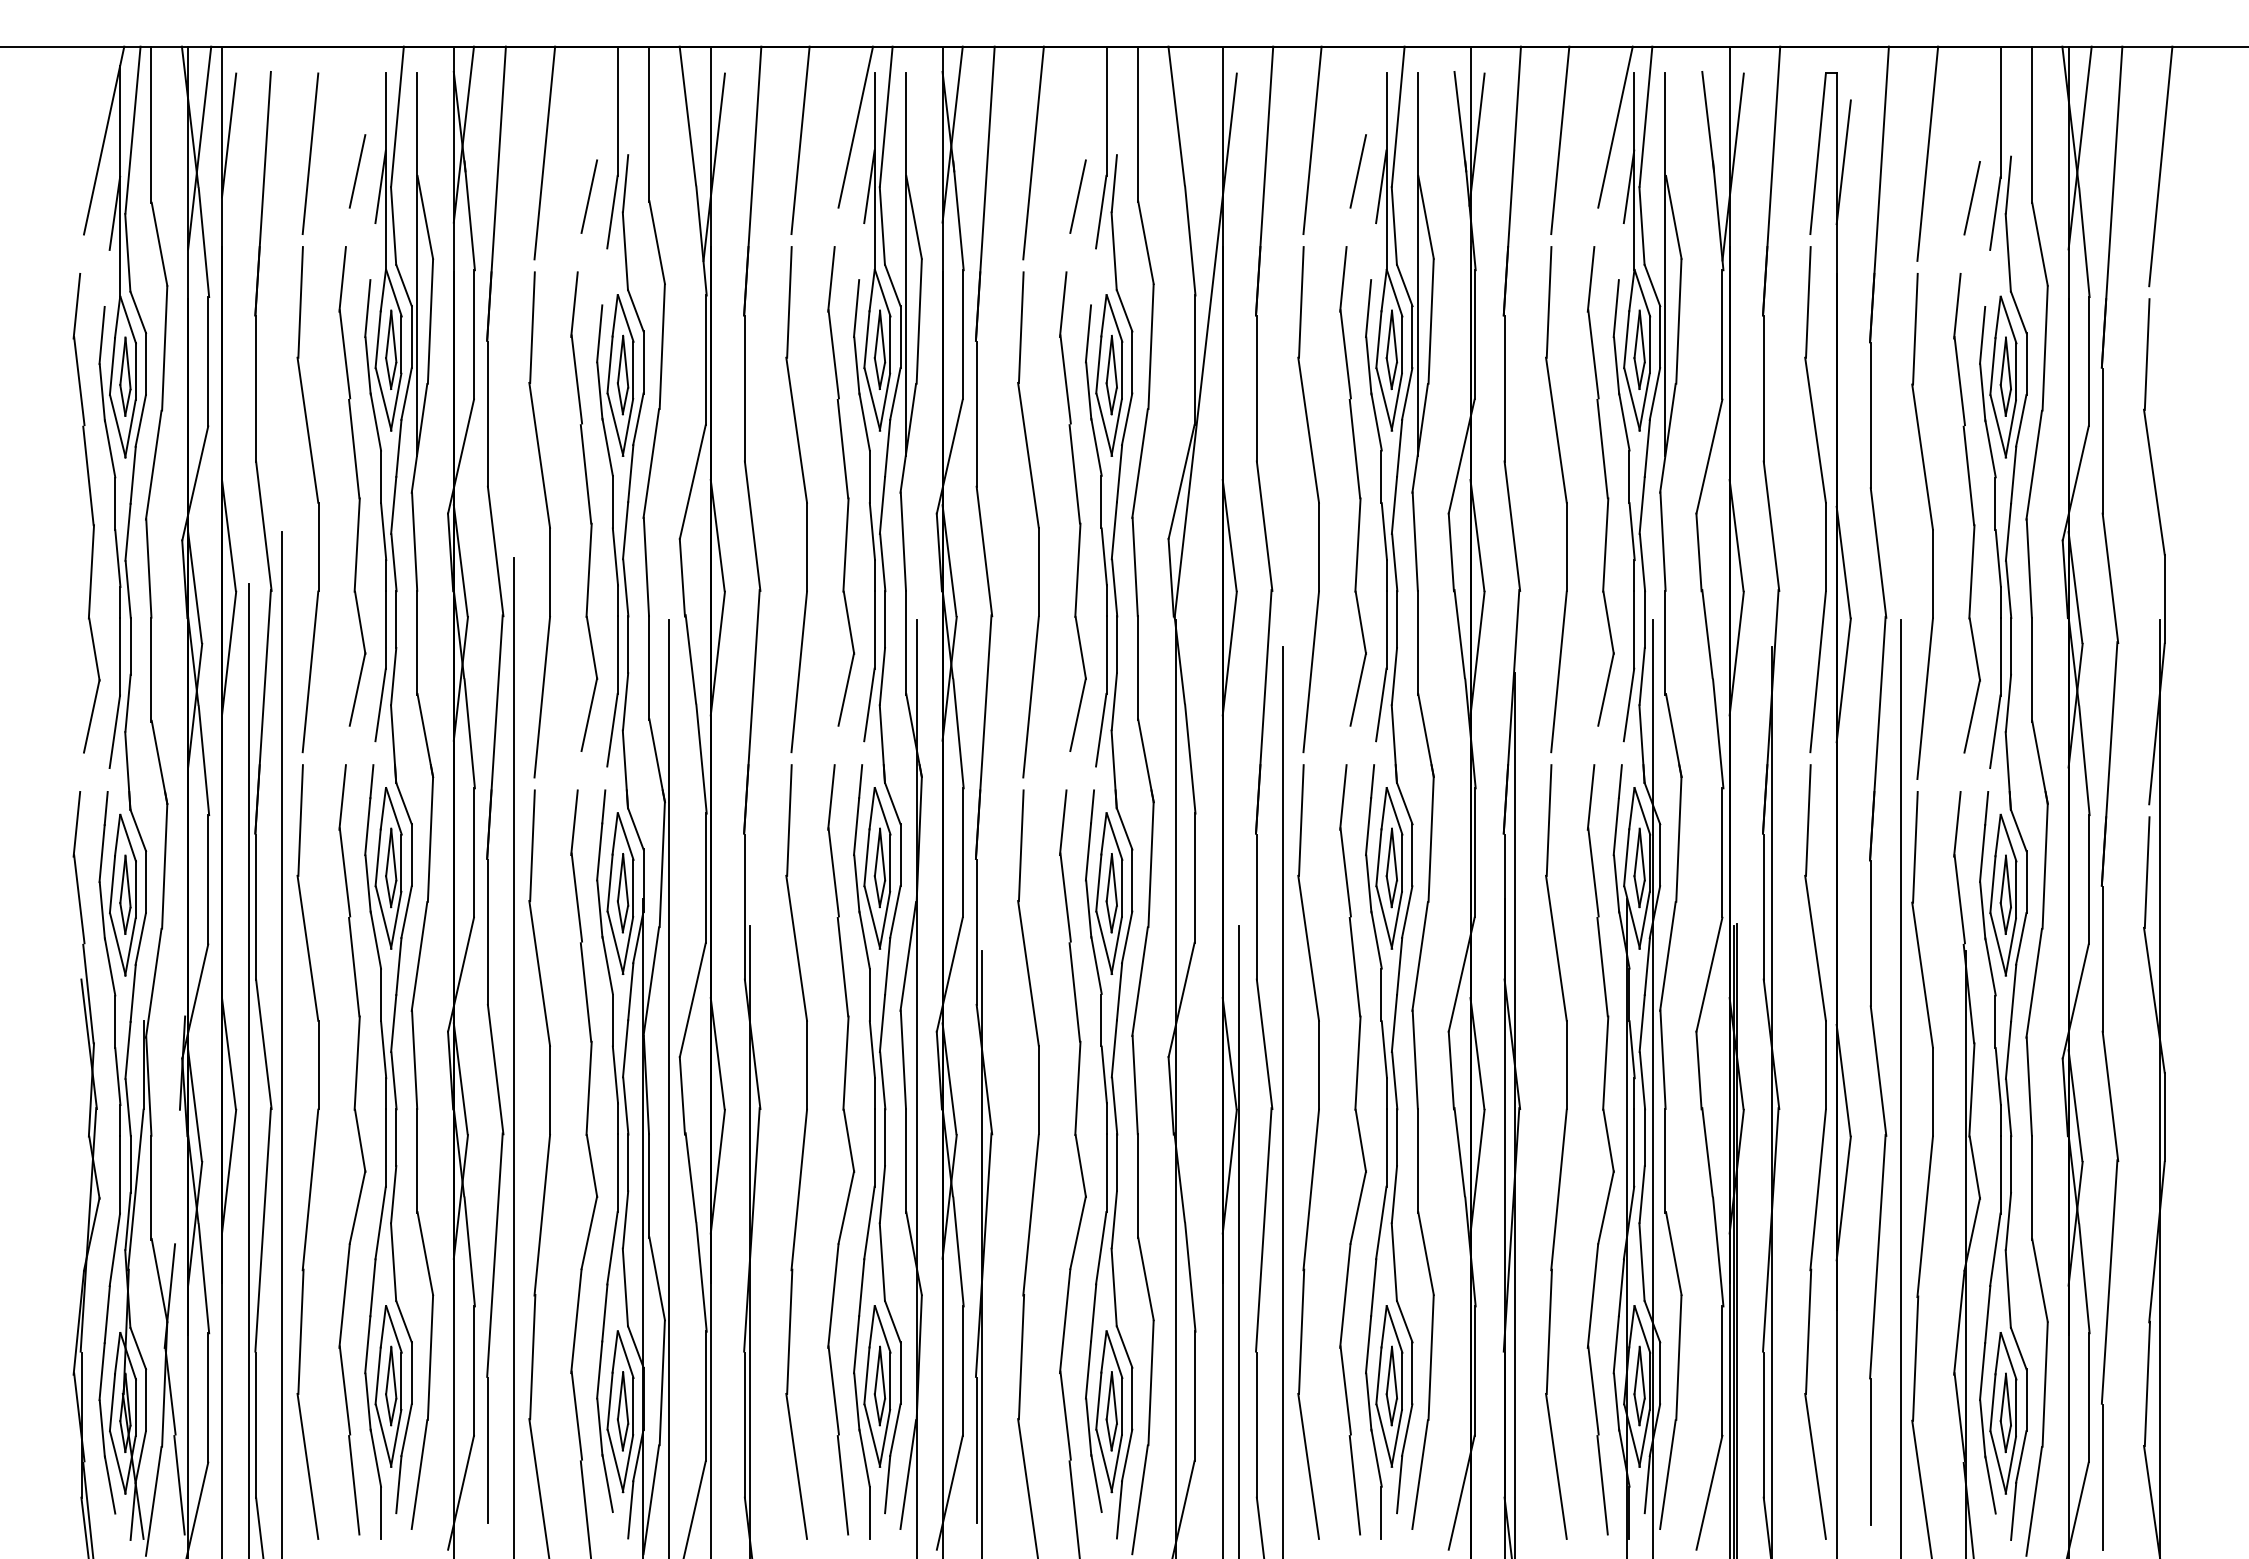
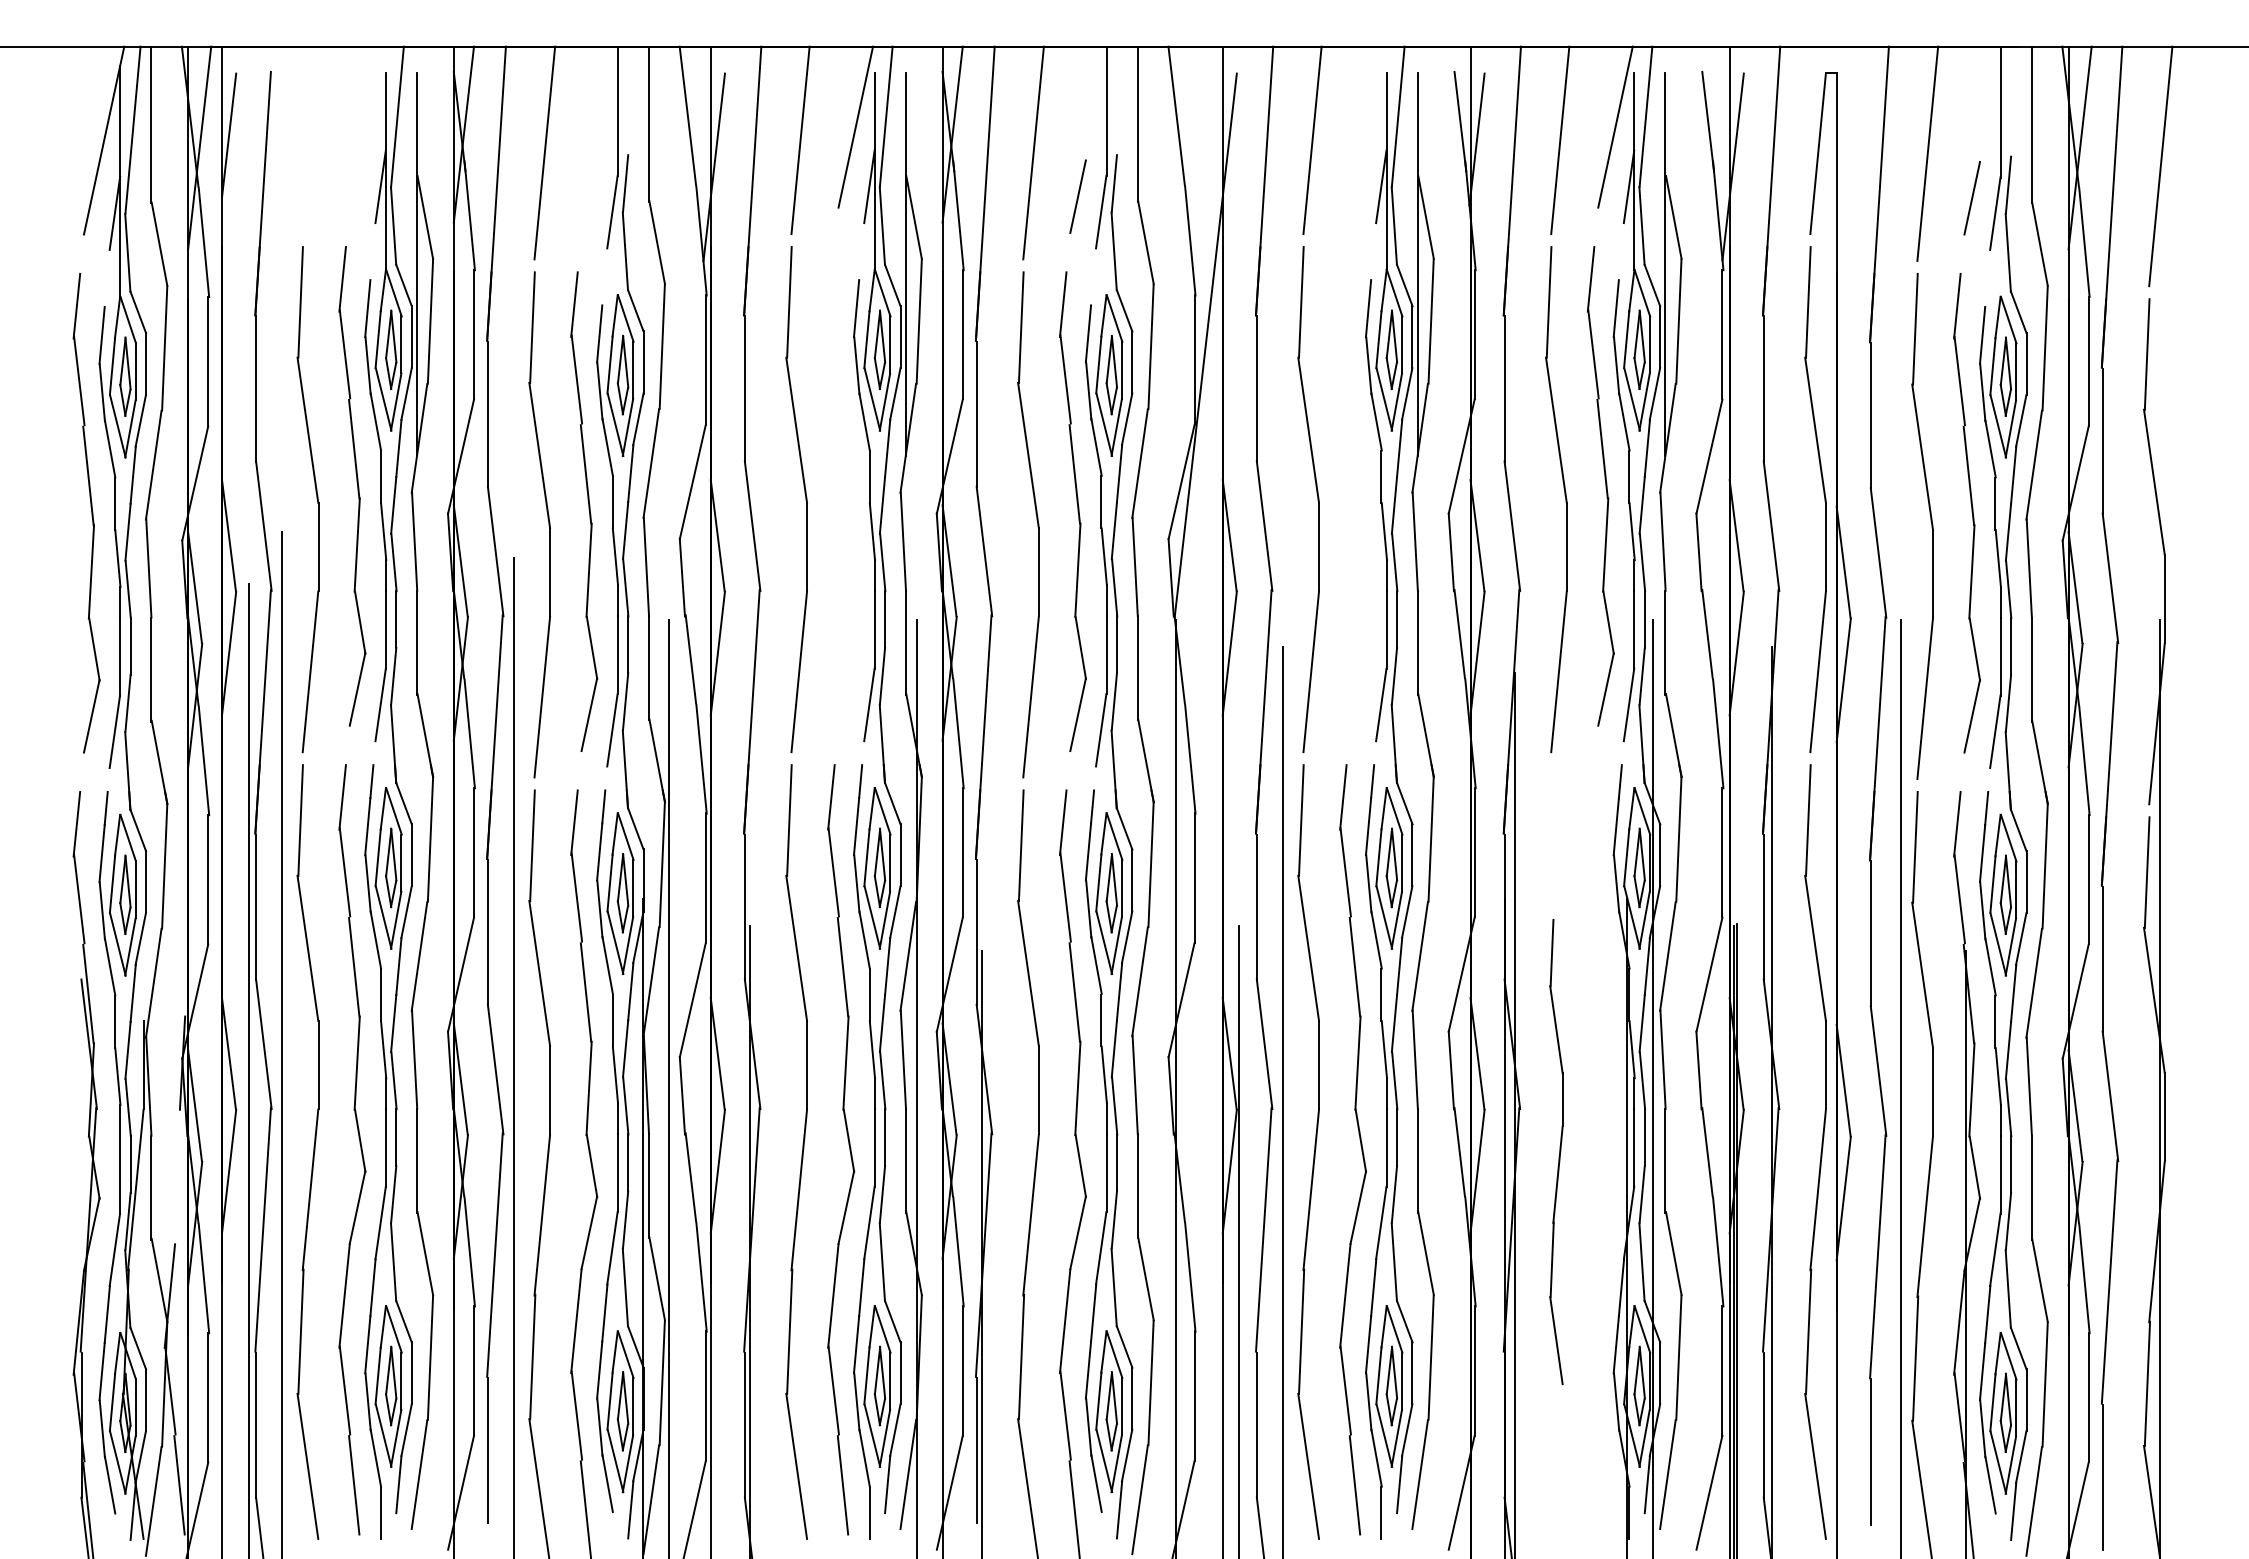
line at (310, 153): present -> none
line at (1843, 162): present -> none
line at (357, 171): present -> none
line at (1358, 171): present -> none
line at (589, 196): present -> none
part at (841, 486): present -> none
part at (1352, 486): present -> none
part at (1608, 1147): present -> none
part at (1556, 1151) size: 23x776 px -> 15x467 px
